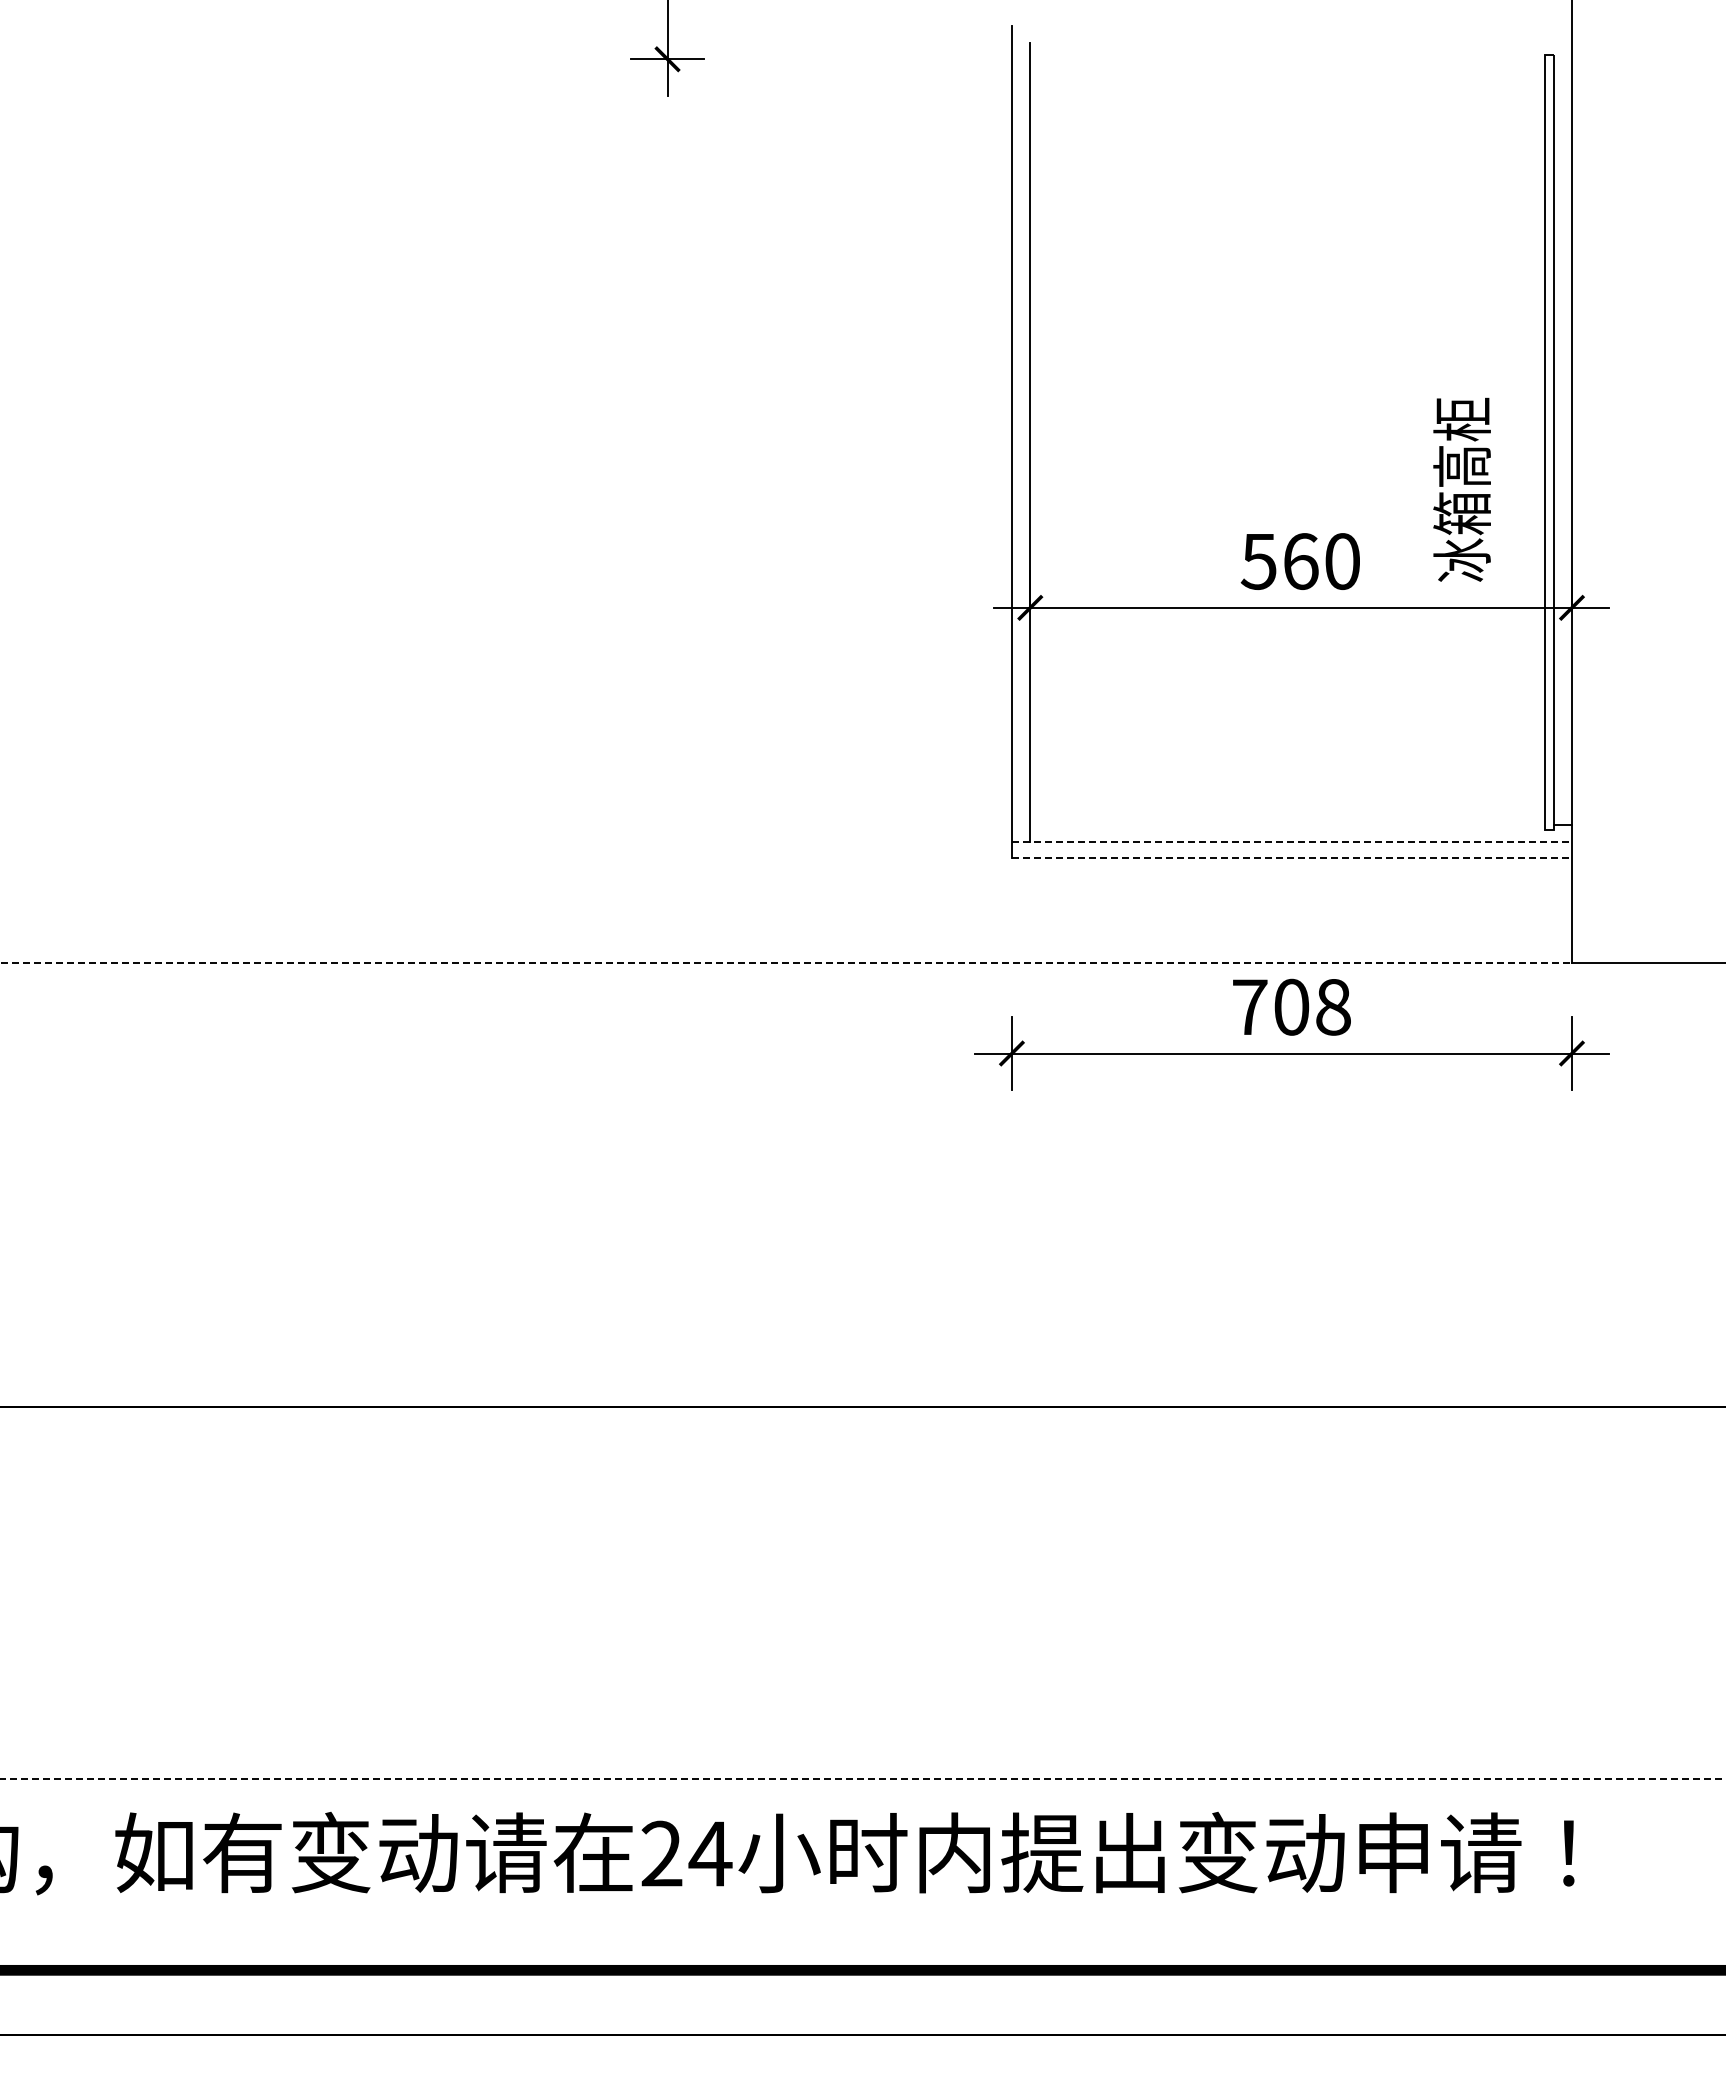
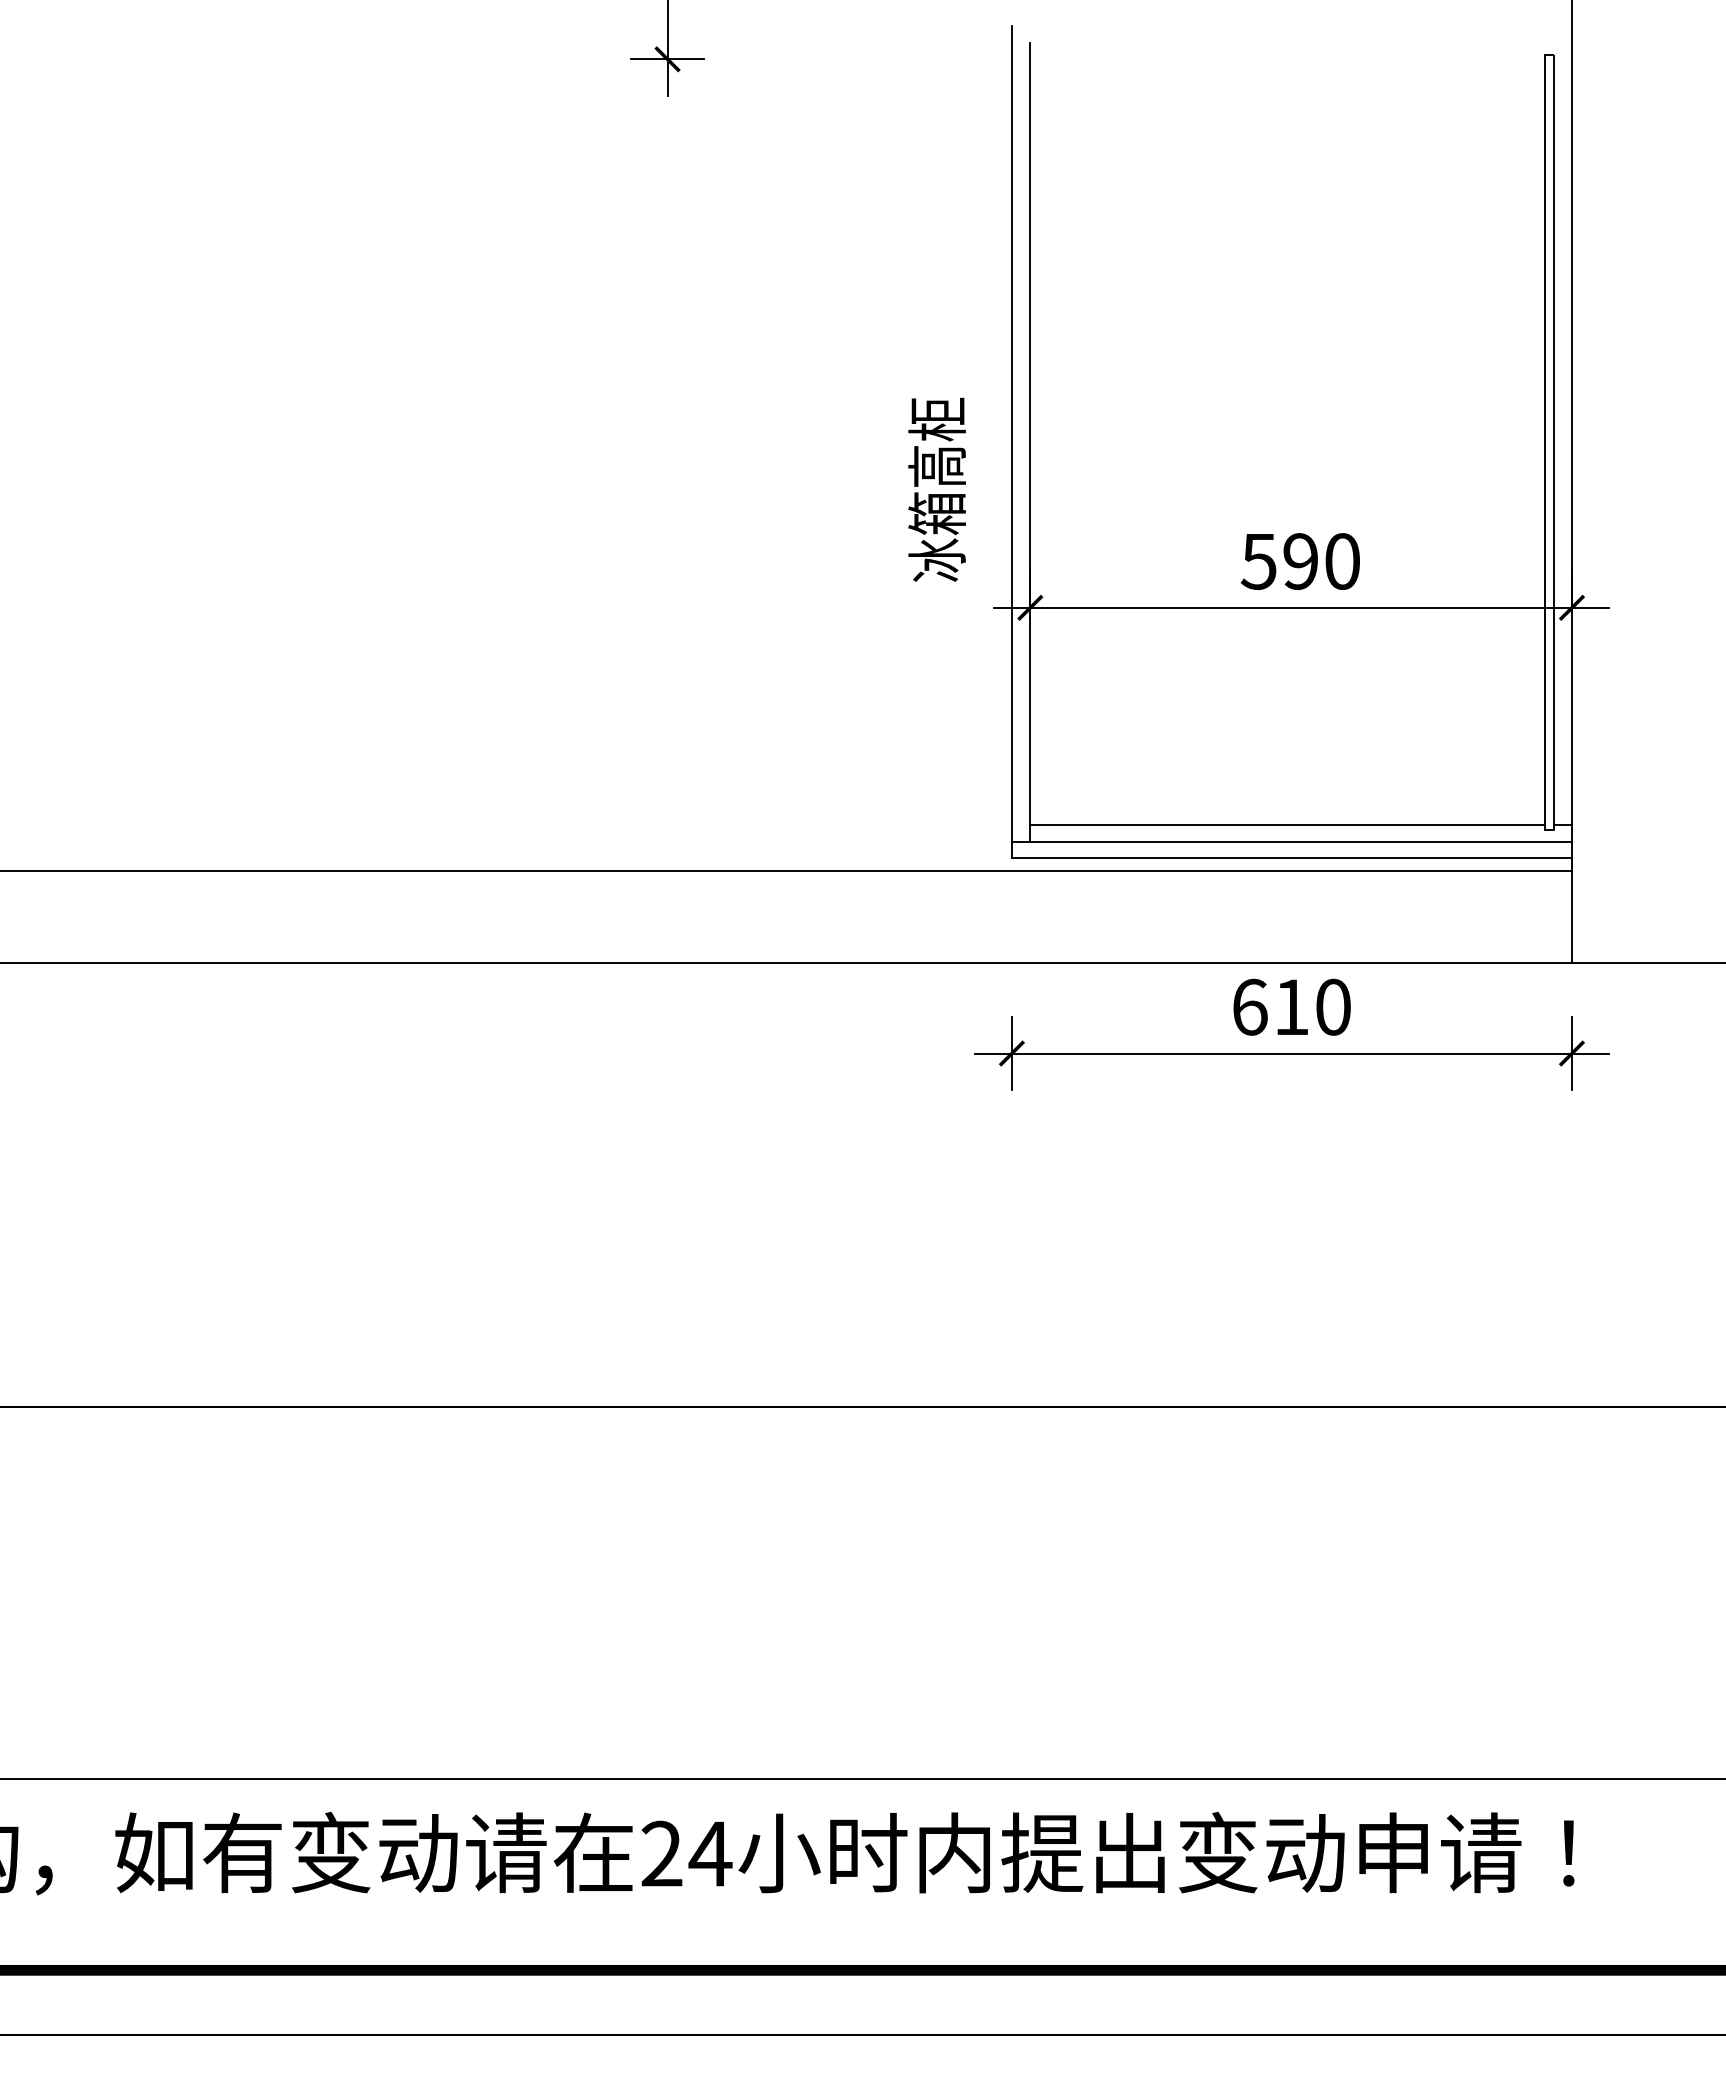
text at (1461, 489) position: (1461, 489) -> (936, 489)
text at (1300, 561): 560 -> 590
line at (1287, 825): none -> present
line at (1292, 841): dashed -> solid
line at (1292, 858): dashed -> solid
line at (786, 870): none -> present
line at (786, 962): dashed -> solid
text at (1291, 1006): 708 -> 610
line at (862, 1778): dashed -> solid
